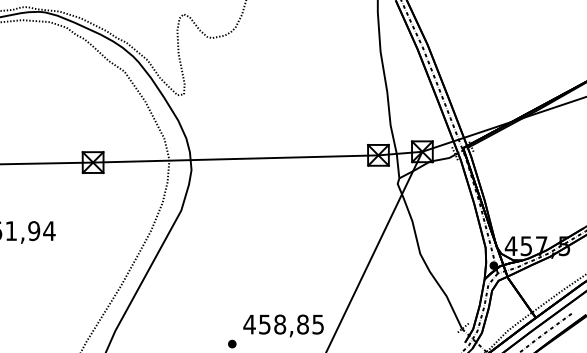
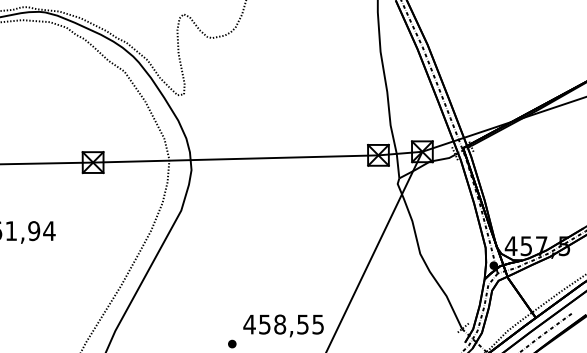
text at (302, 324): 458,85 -> 458,55
